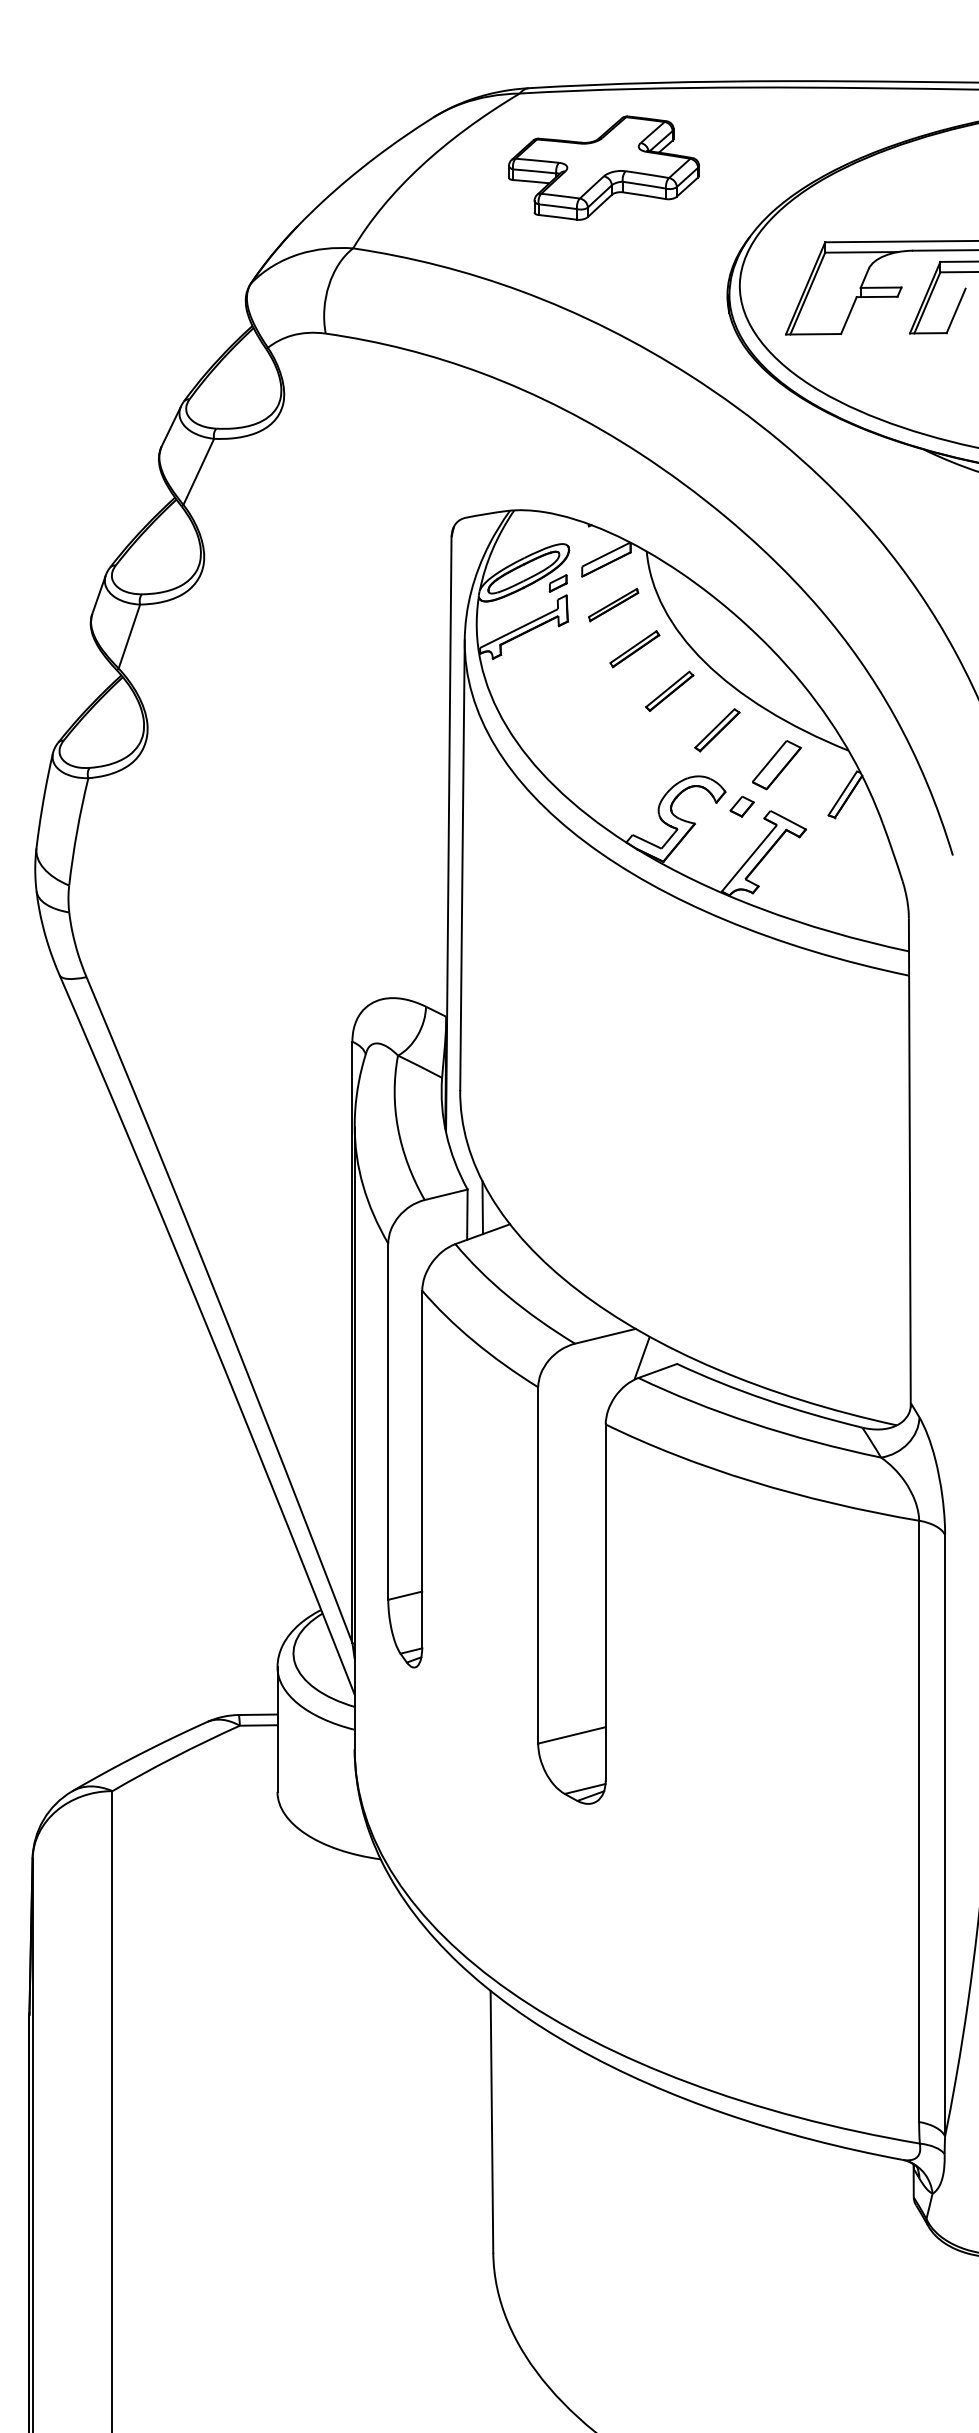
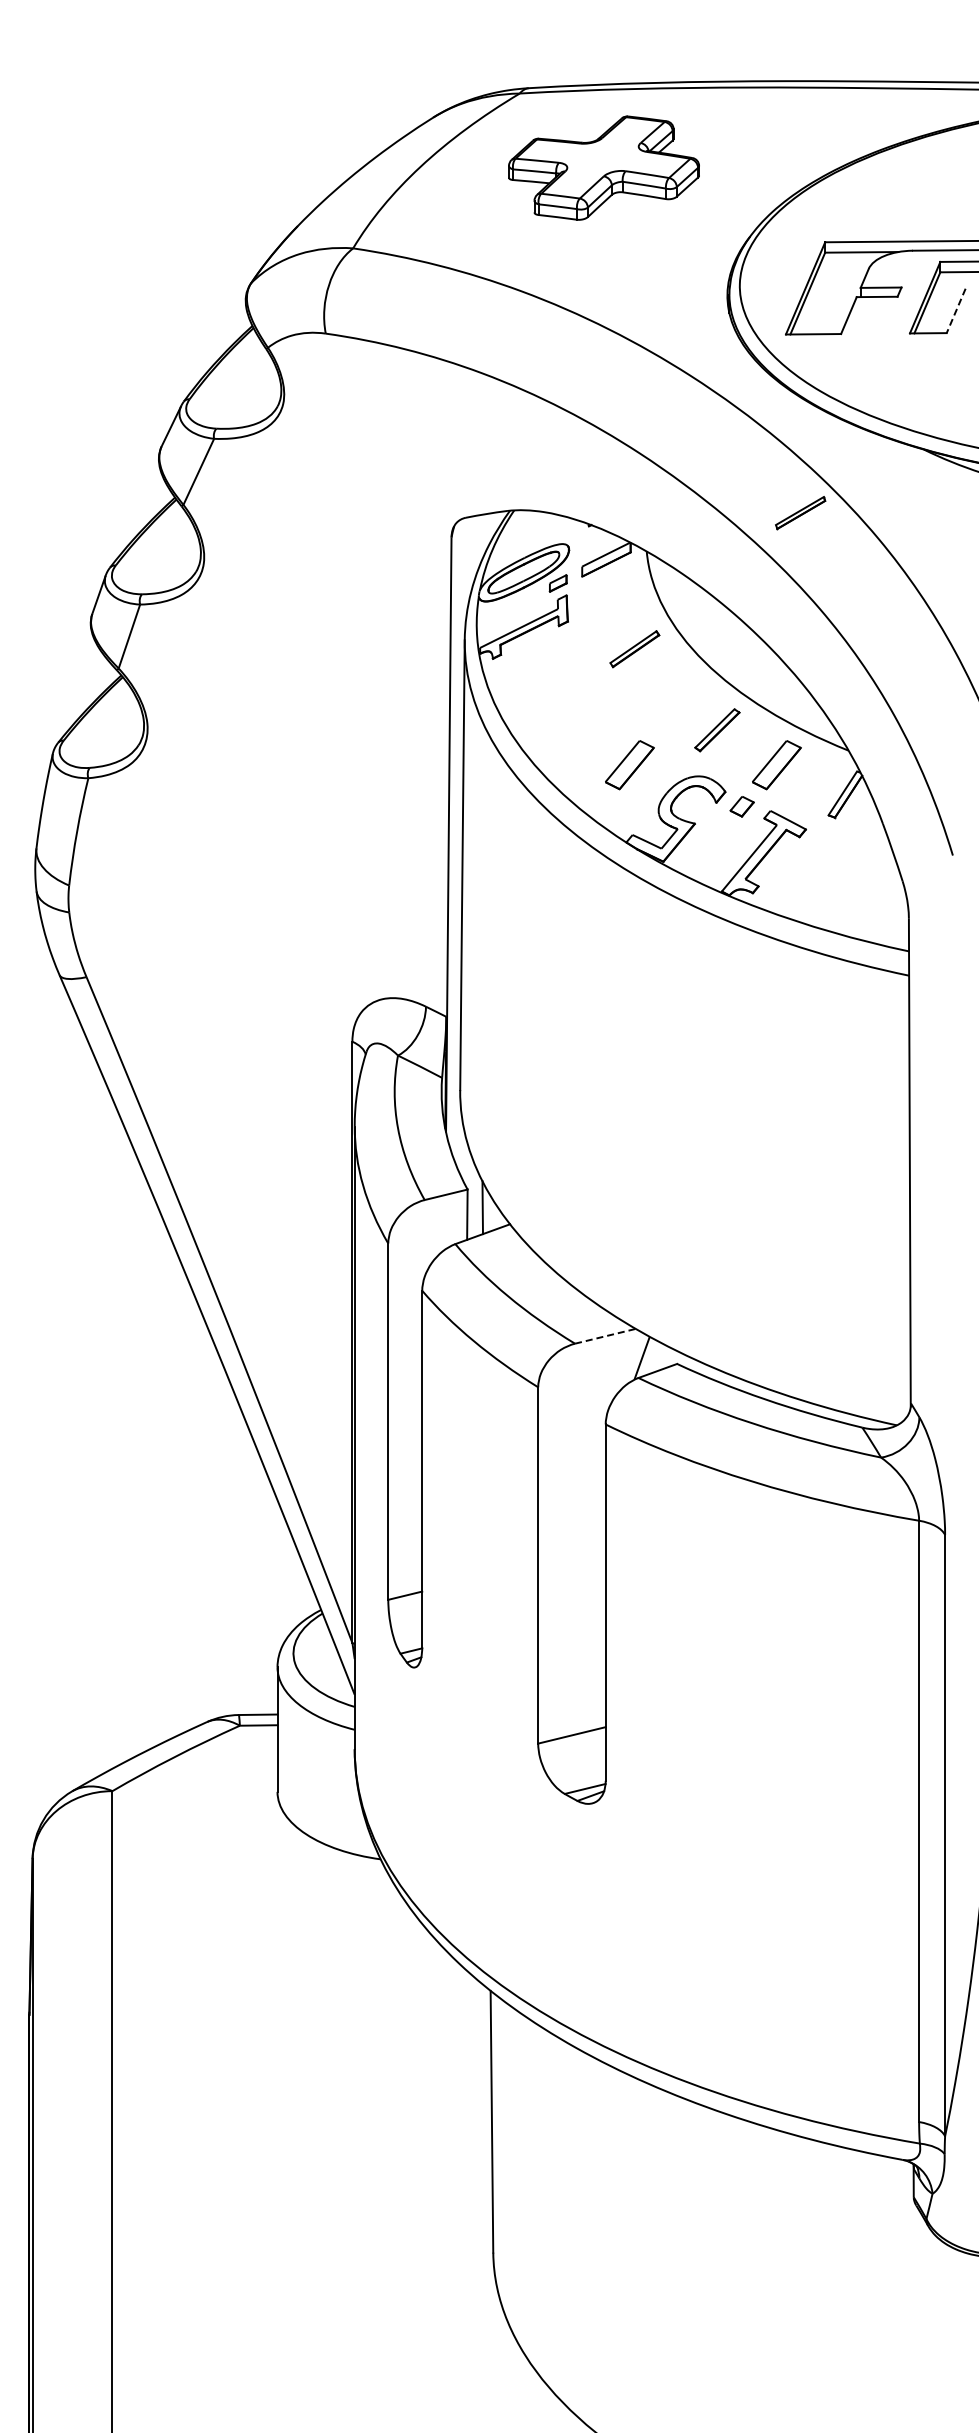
line at (955, 311): solid -> dashed
part at (613, 605) position: (613, 605) -> (800, 513)
part at (669, 690): present -> none
part at (629, 765): none -> present
line at (605, 1336): solid -> dashed
